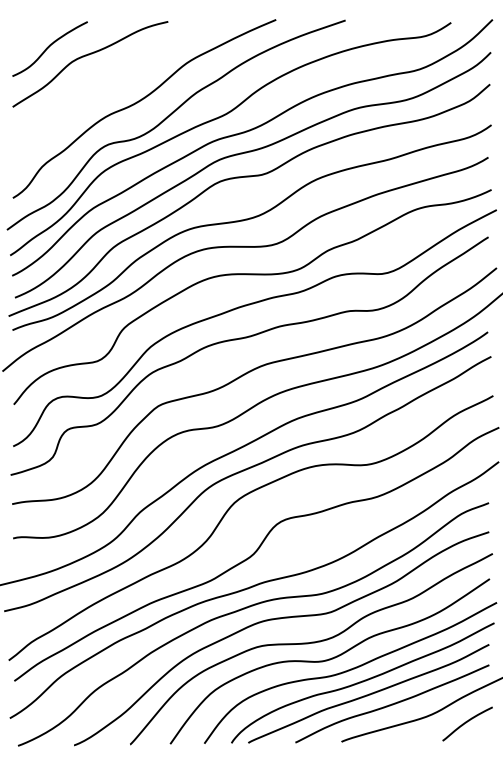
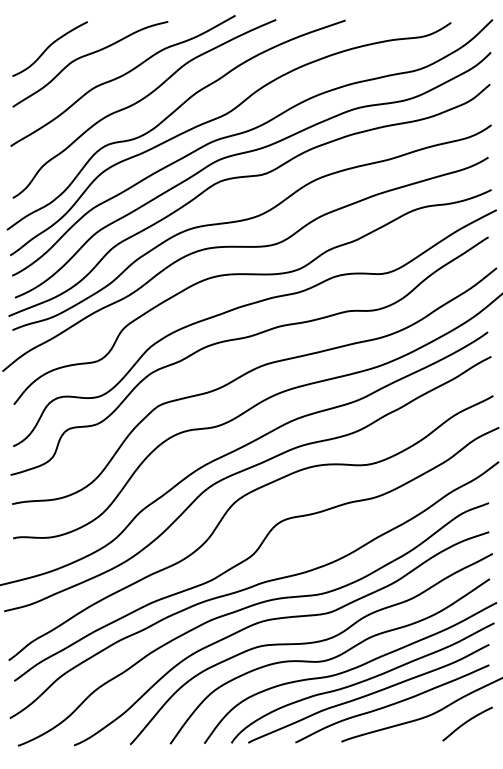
curve at (121, 77): none -> present
